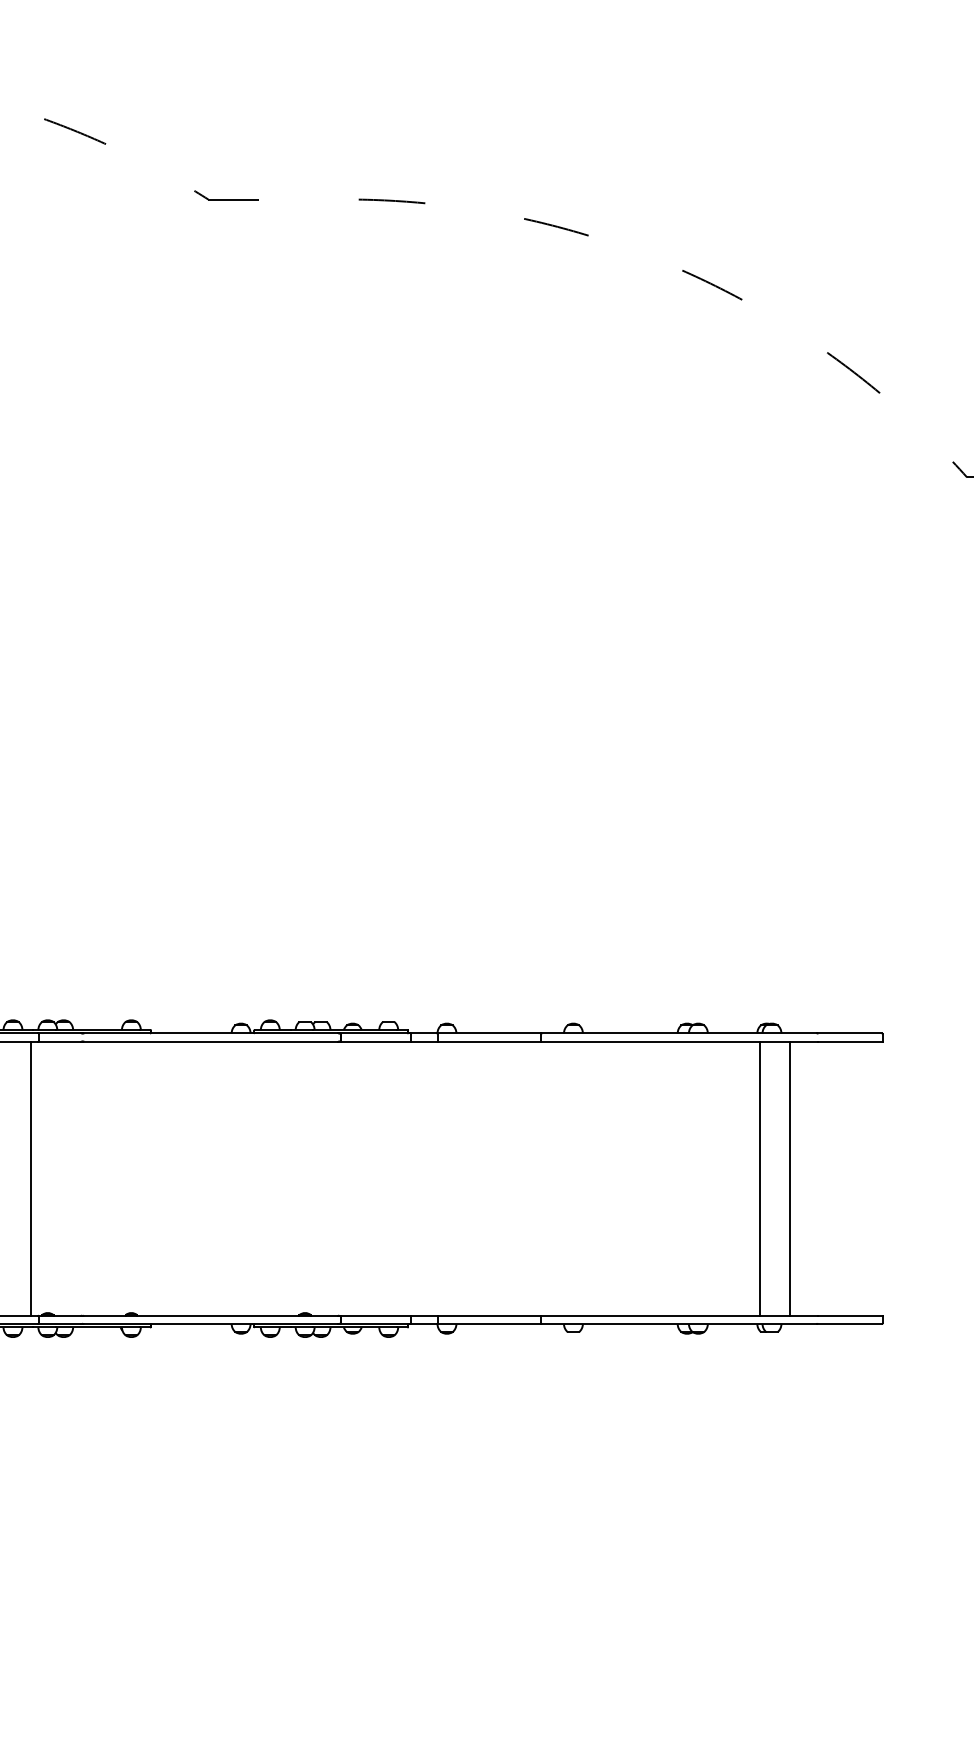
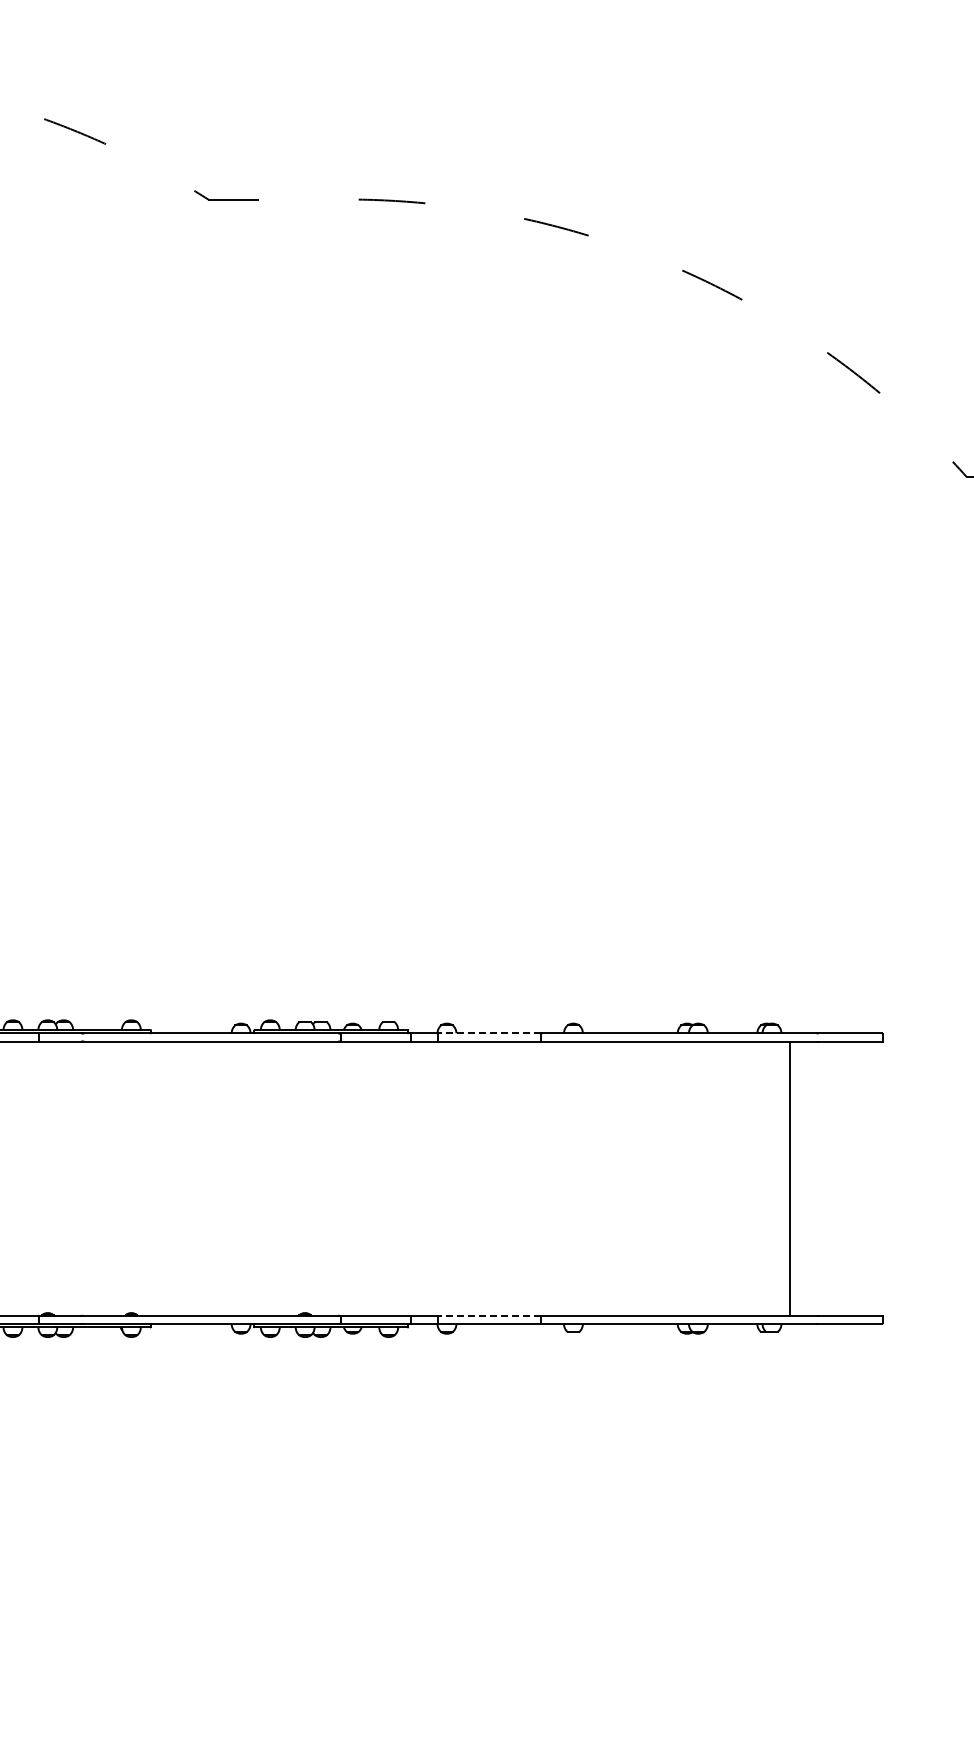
line at (489, 1033): solid -> dashed
line at (30, 1178): present -> none
line at (759, 1178): present -> none
line at (489, 1315): solid -> dashed
